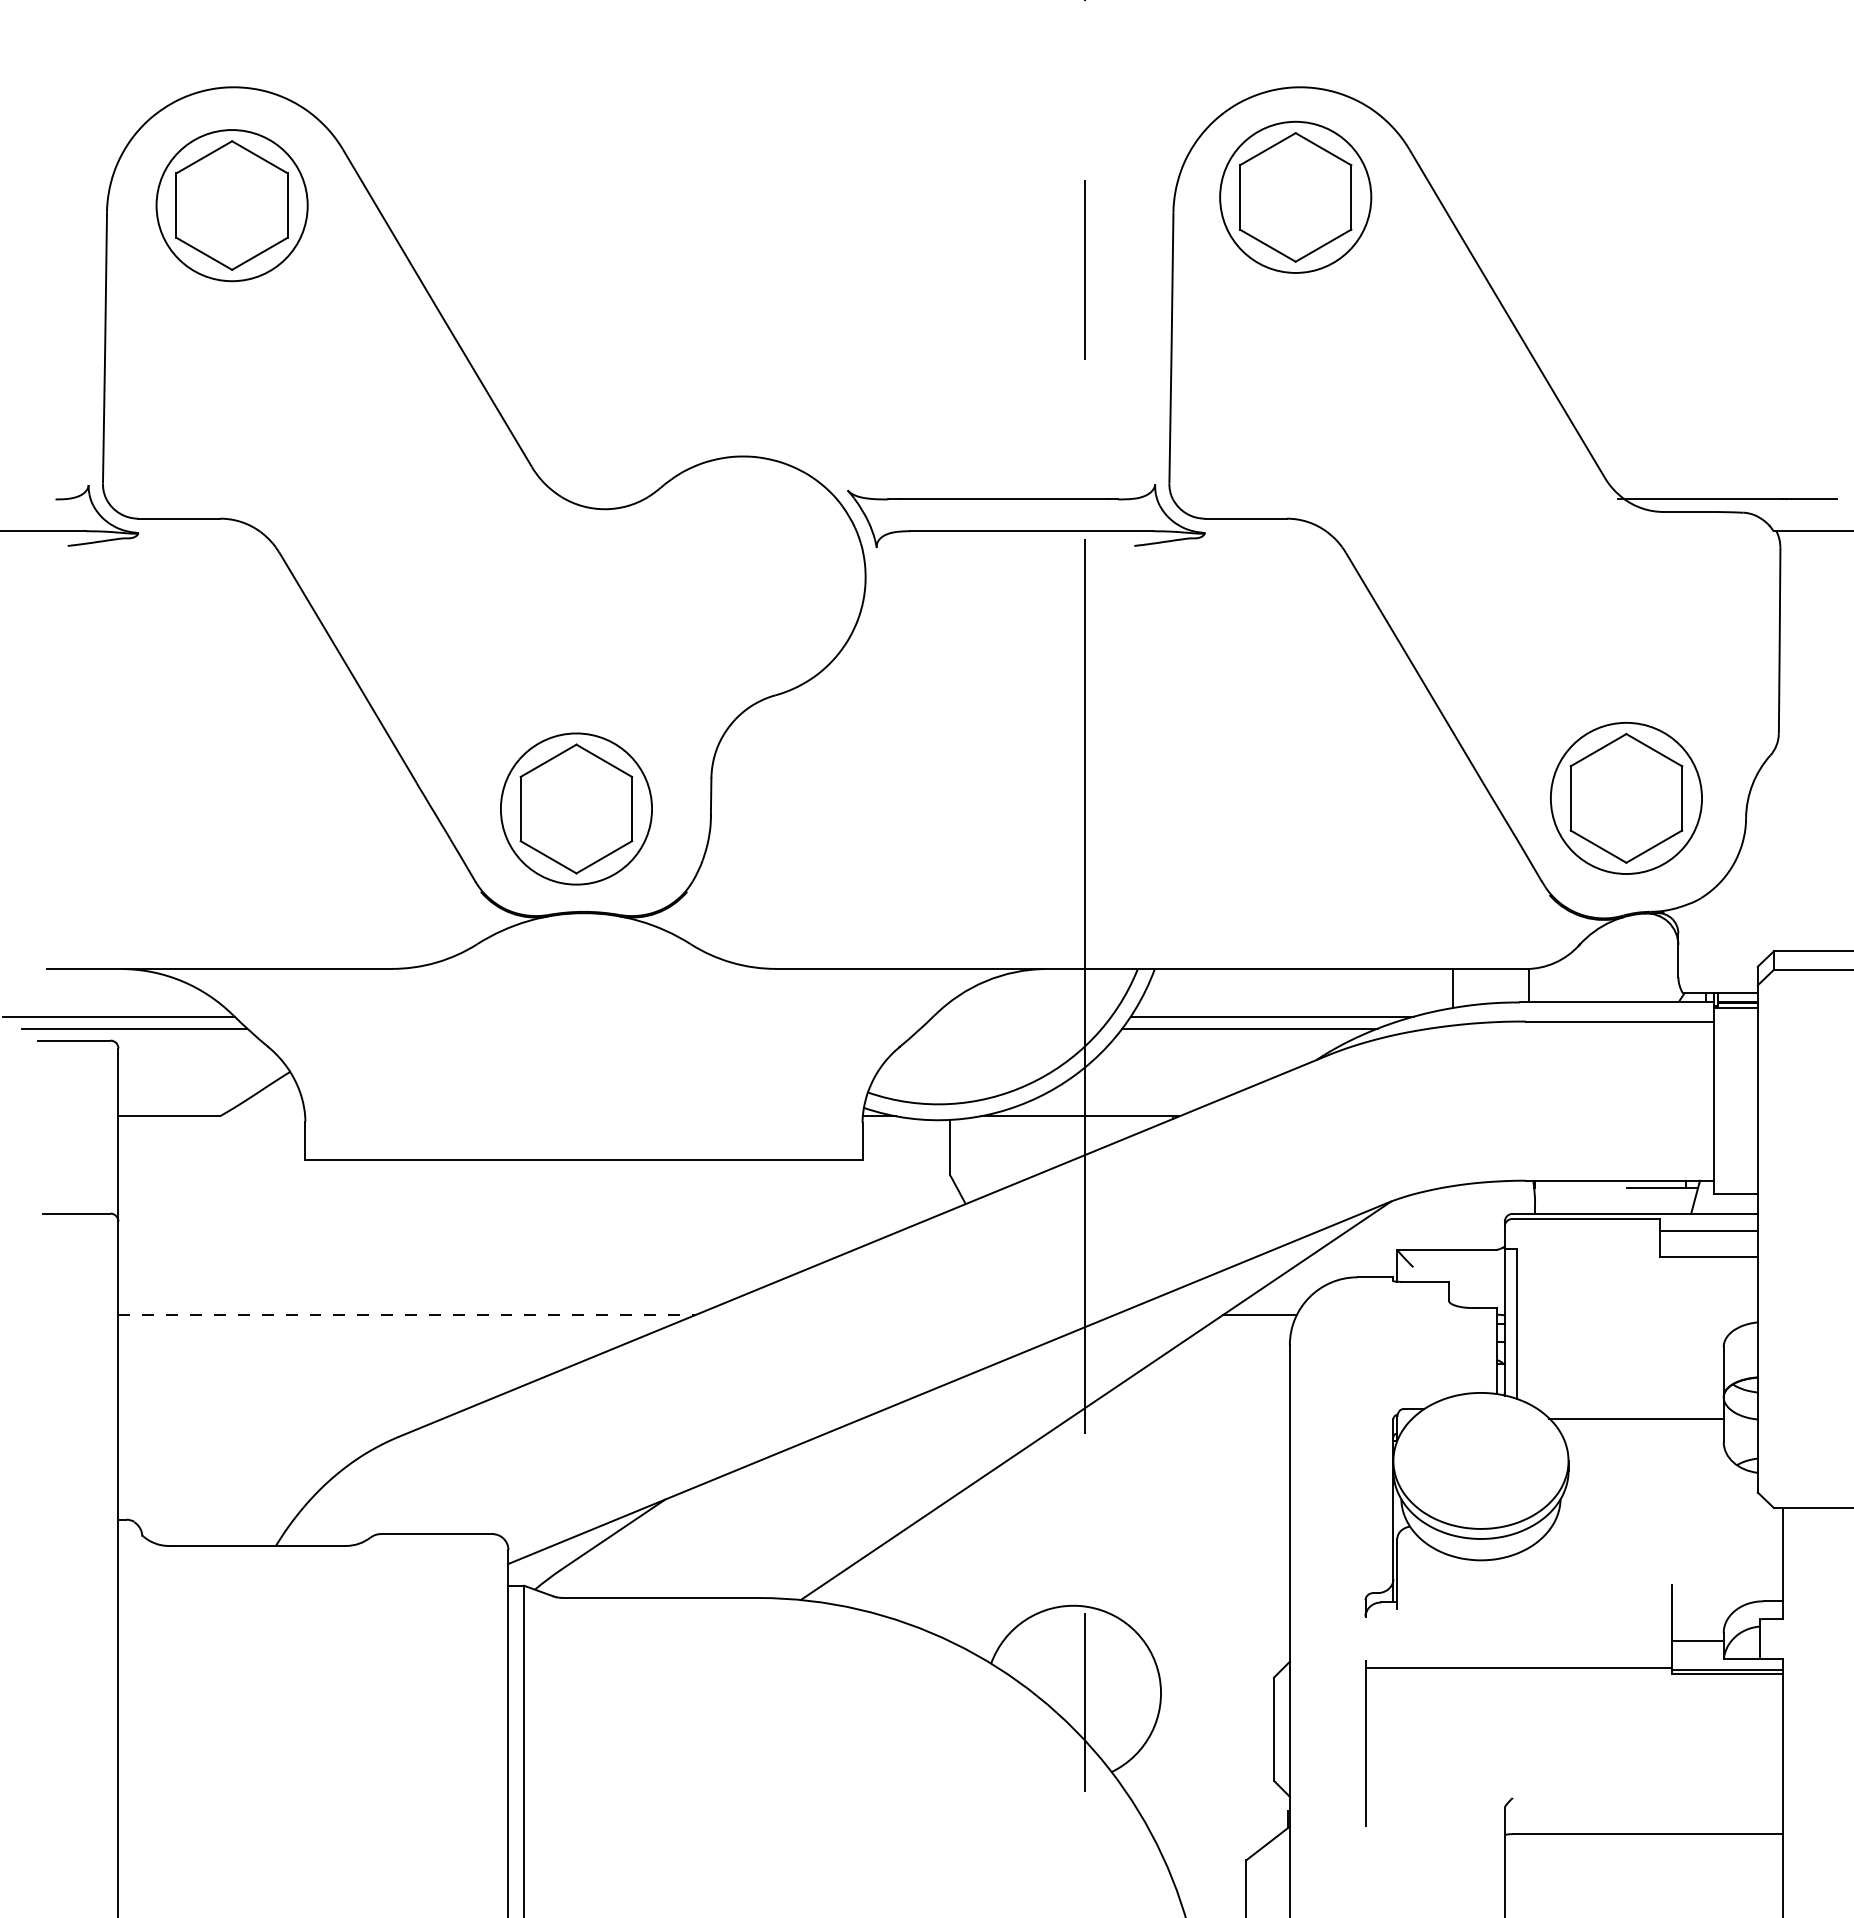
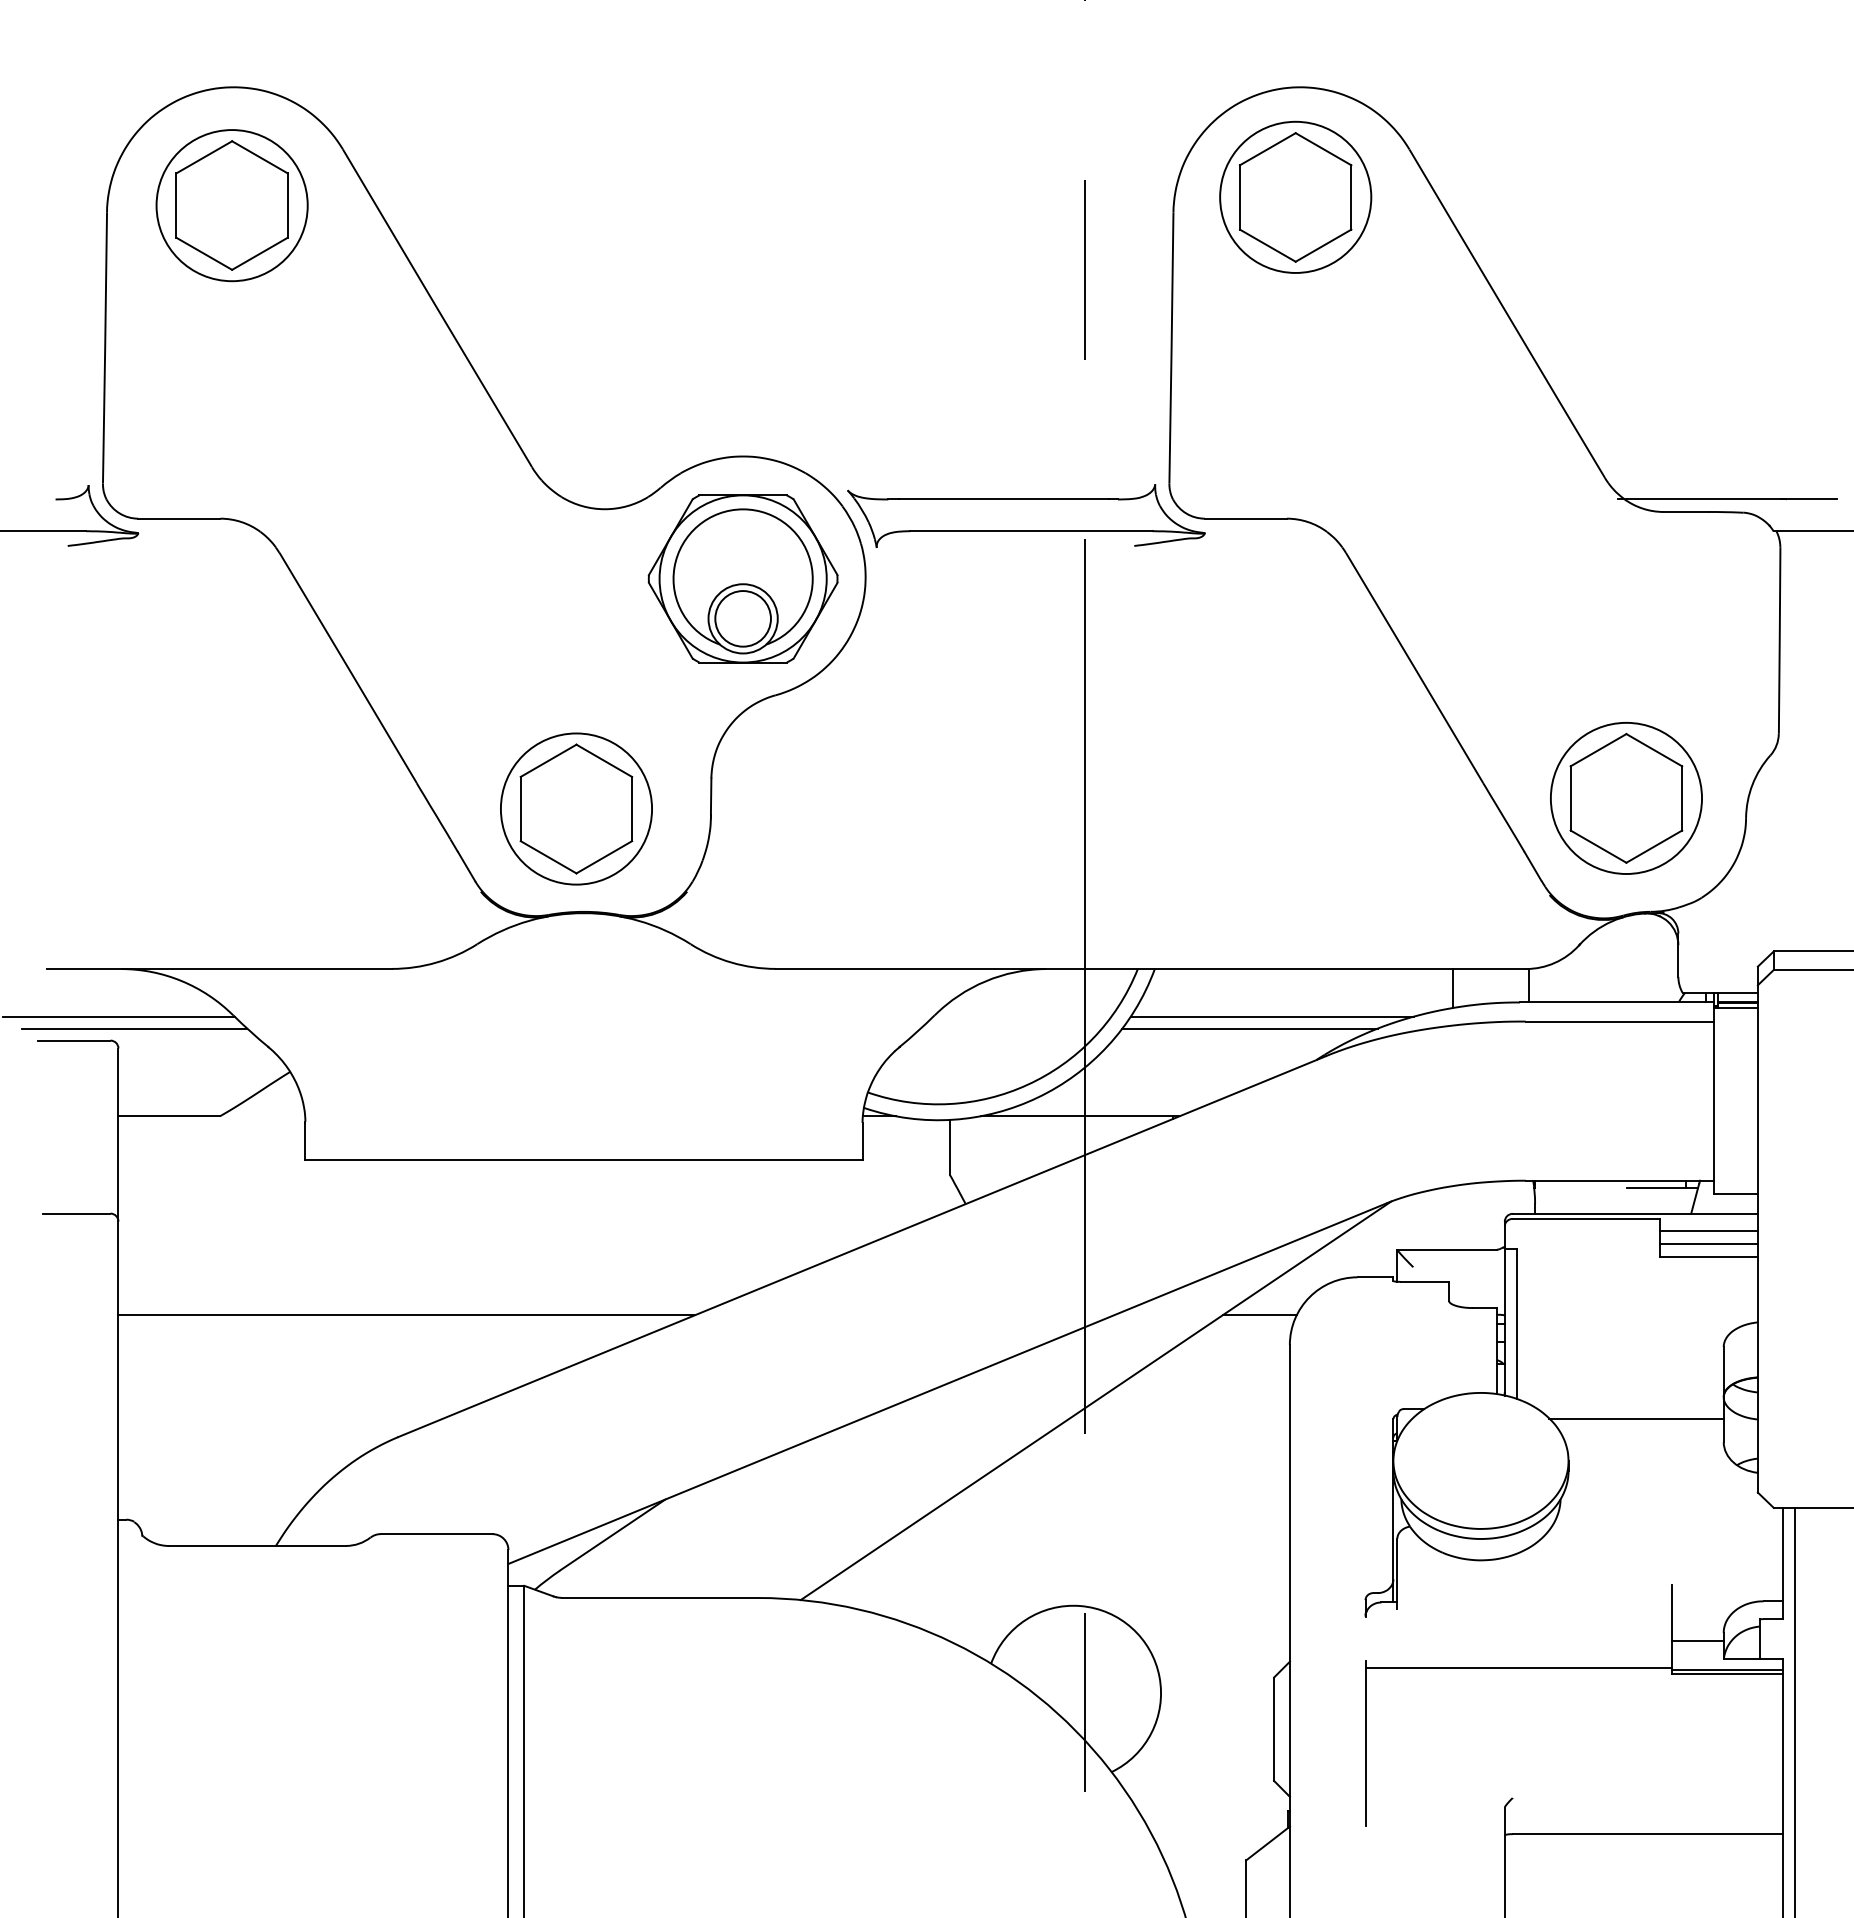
part at (742, 578): none -> present
line at (1708, 1244): none -> present
line at (407, 1315): dashed -> solid
line at (1795, 1710): none -> present
